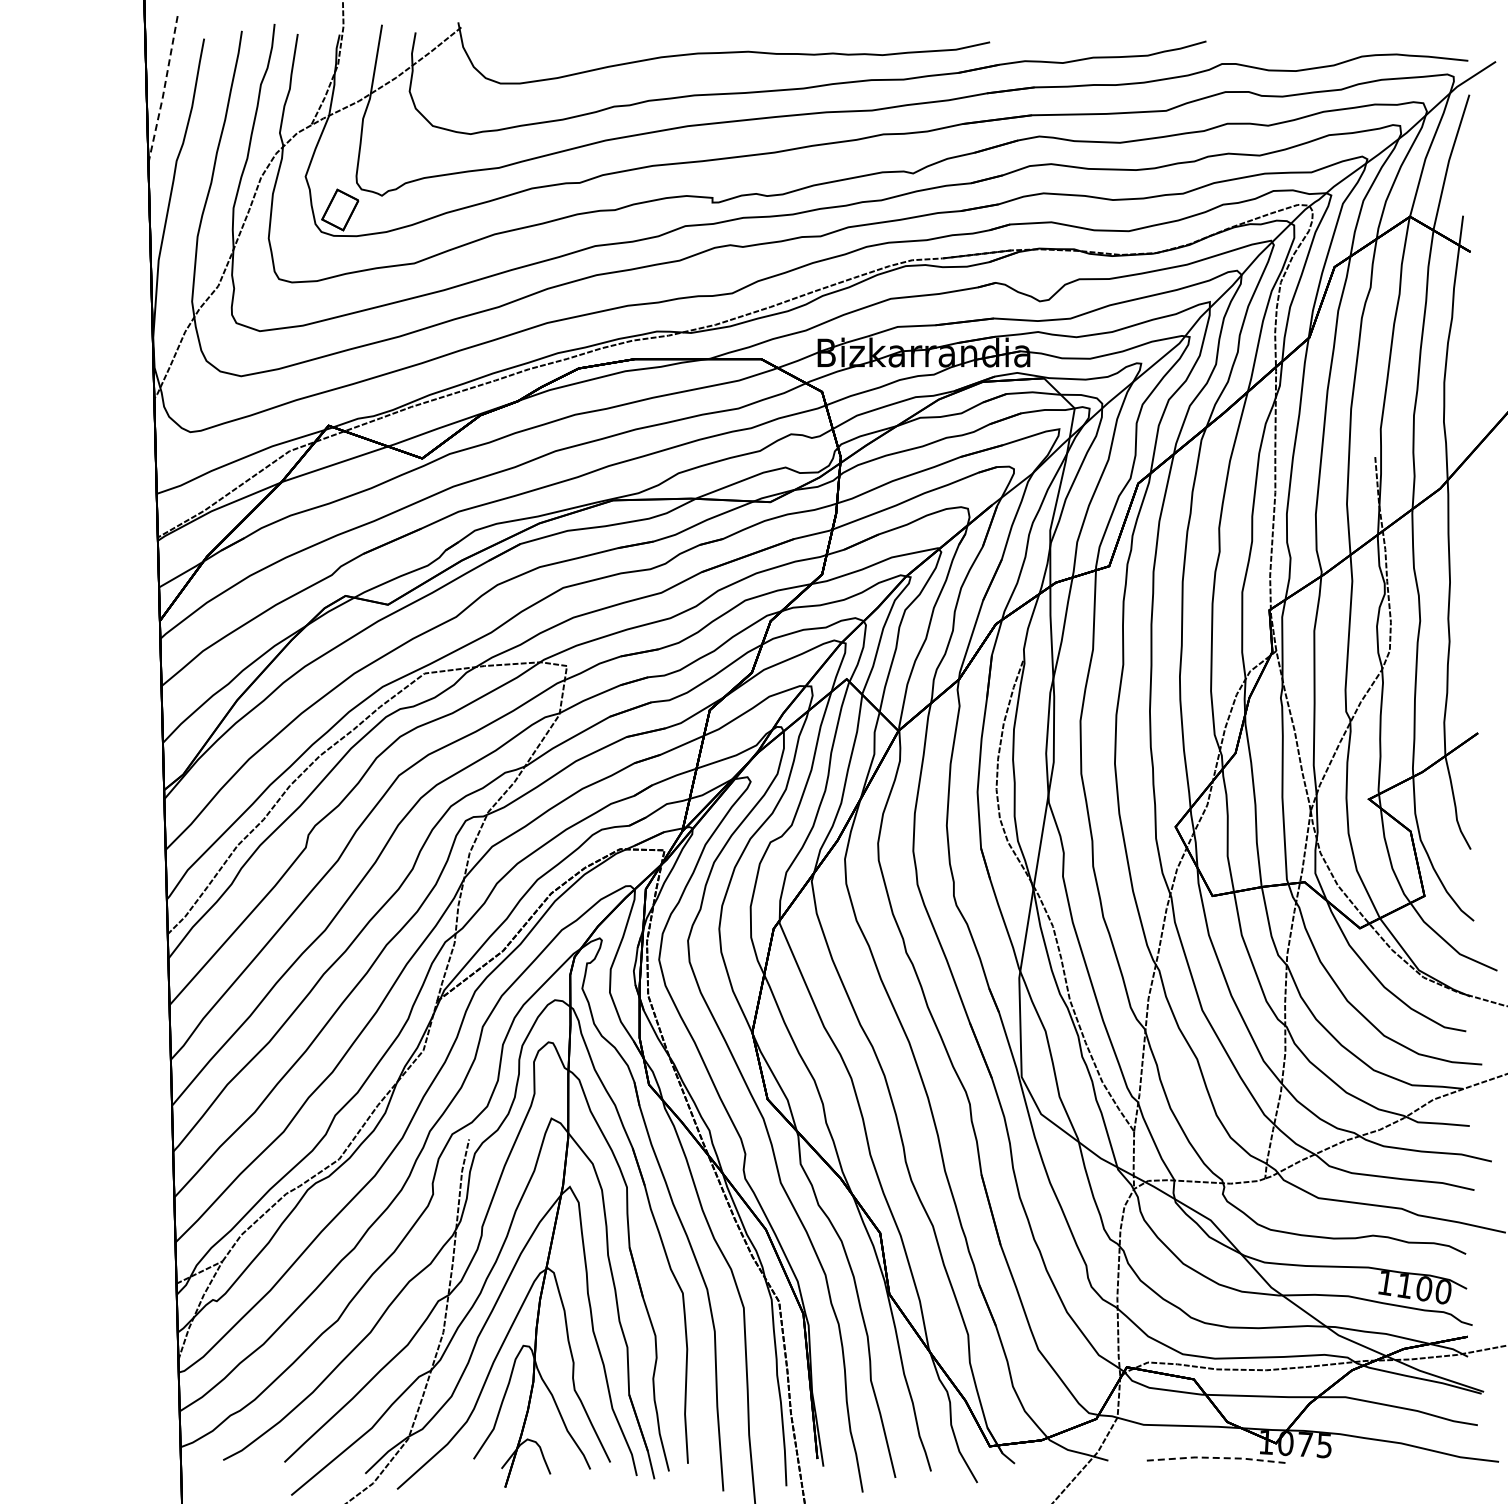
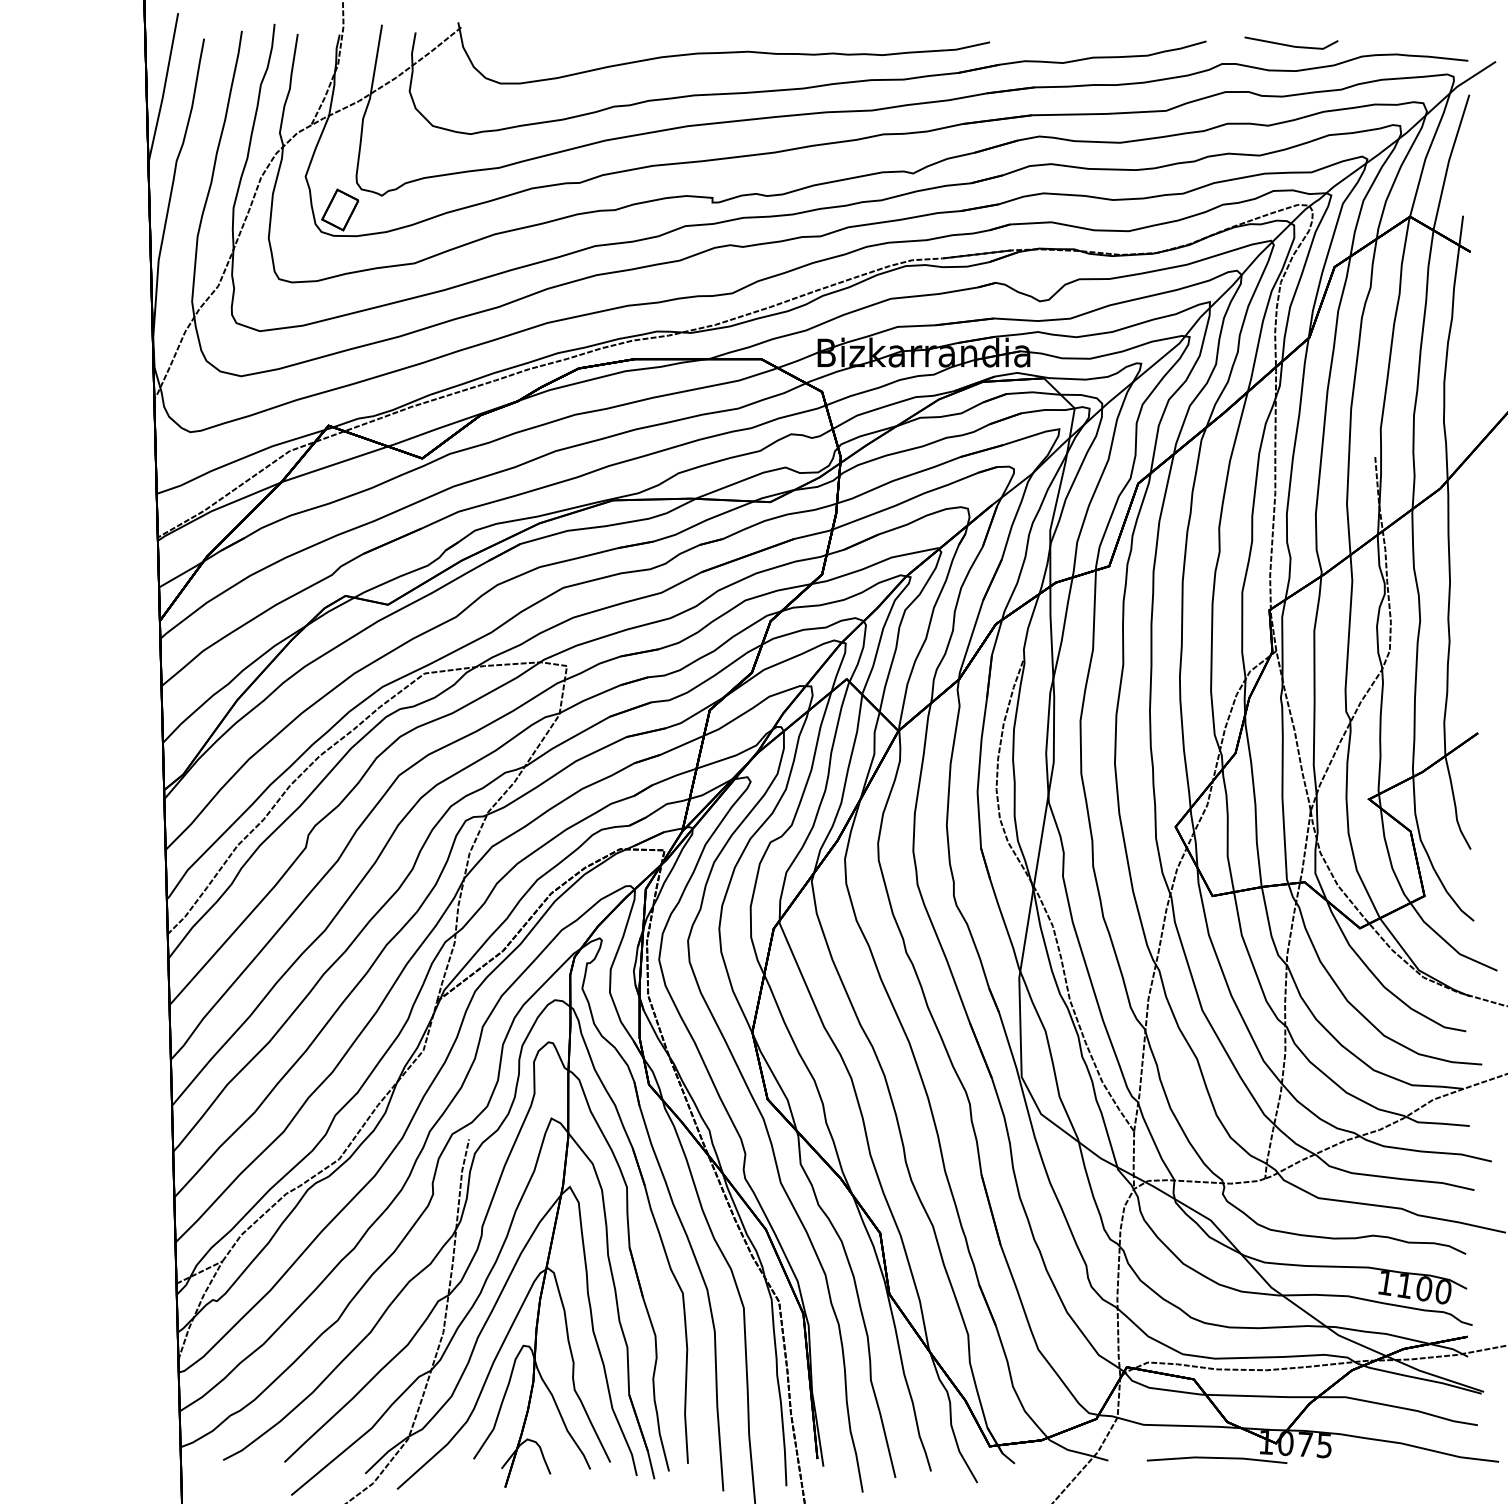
line at (1289, 44): none -> present
line at (164, 88): dashed -> solid
line at (1217, 1457): dashed -> solid
